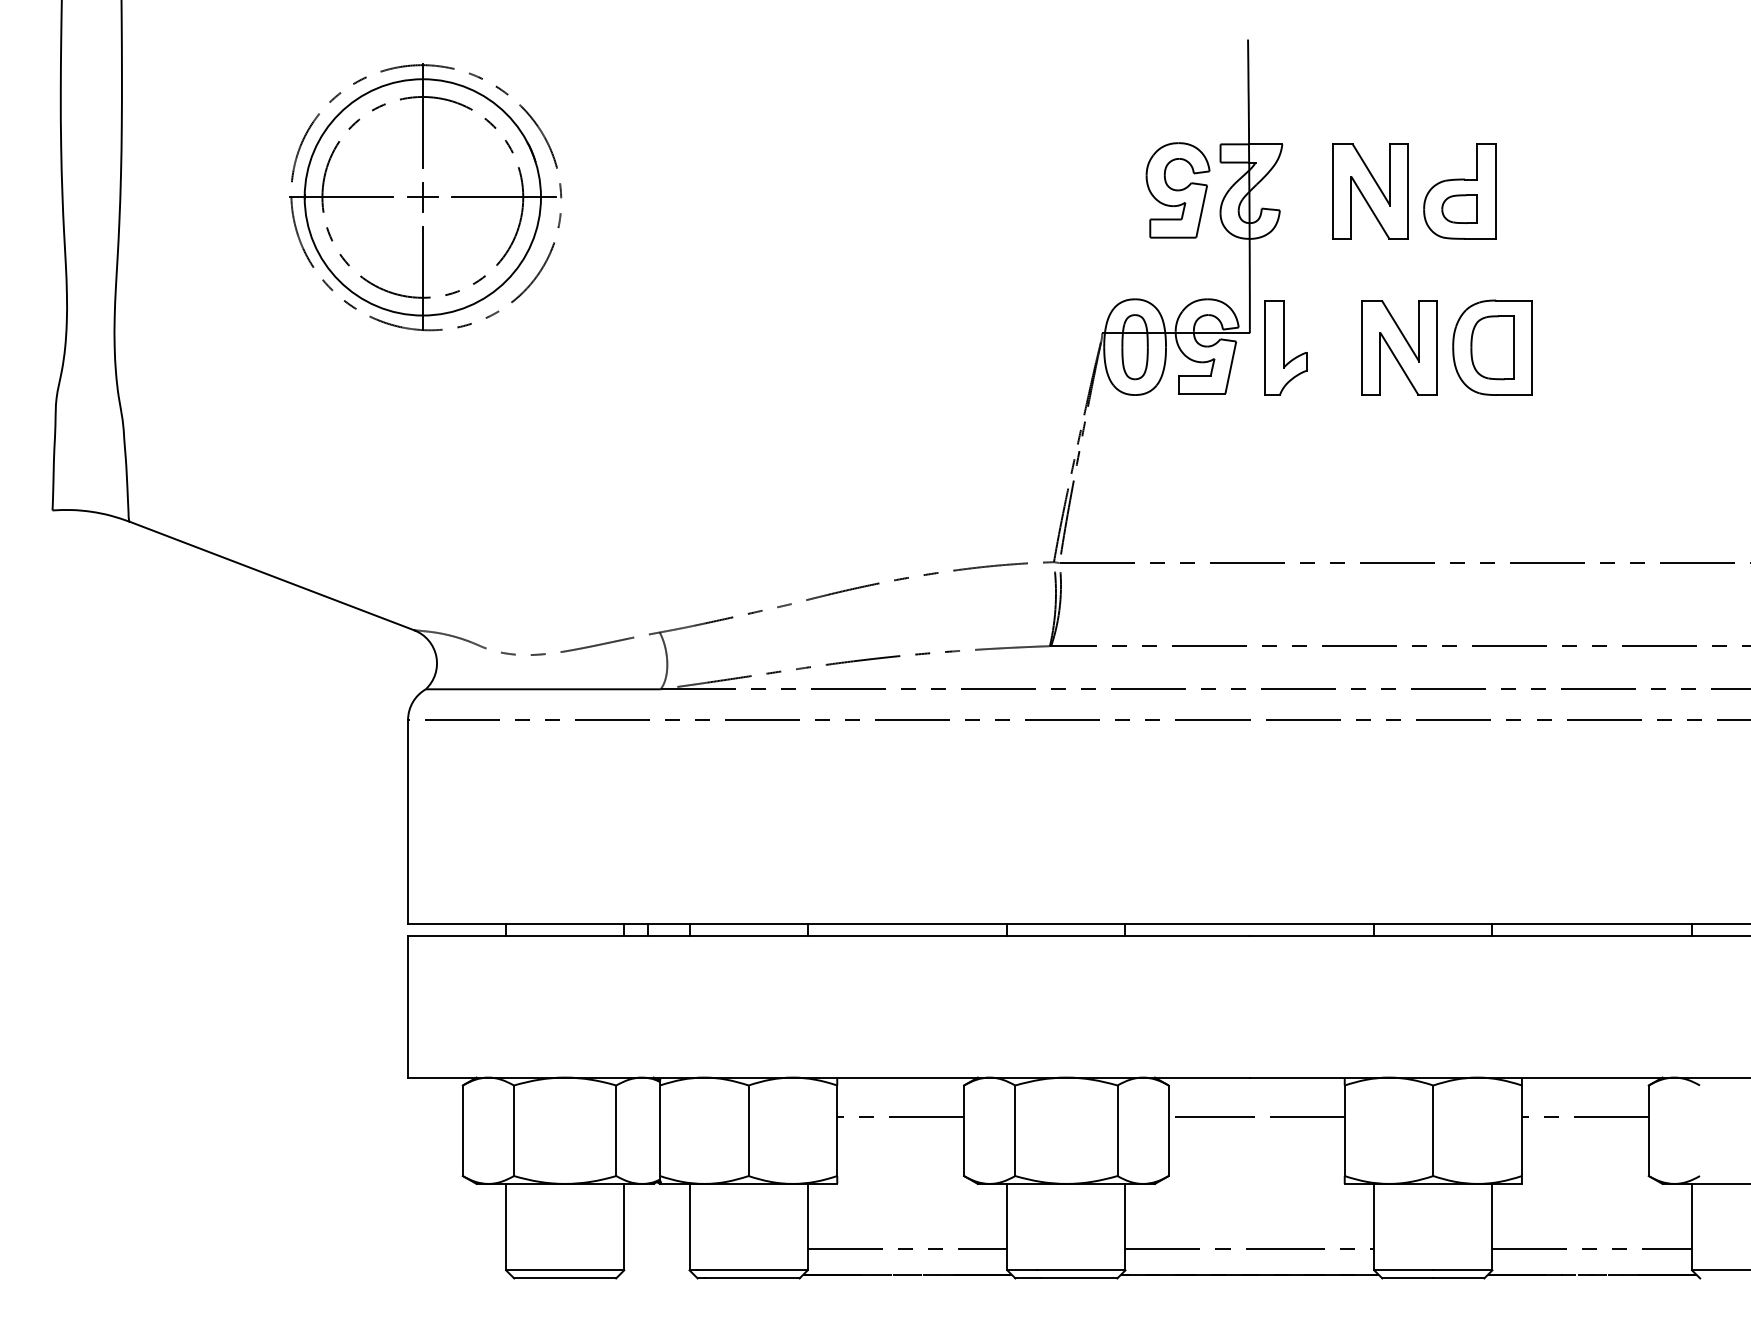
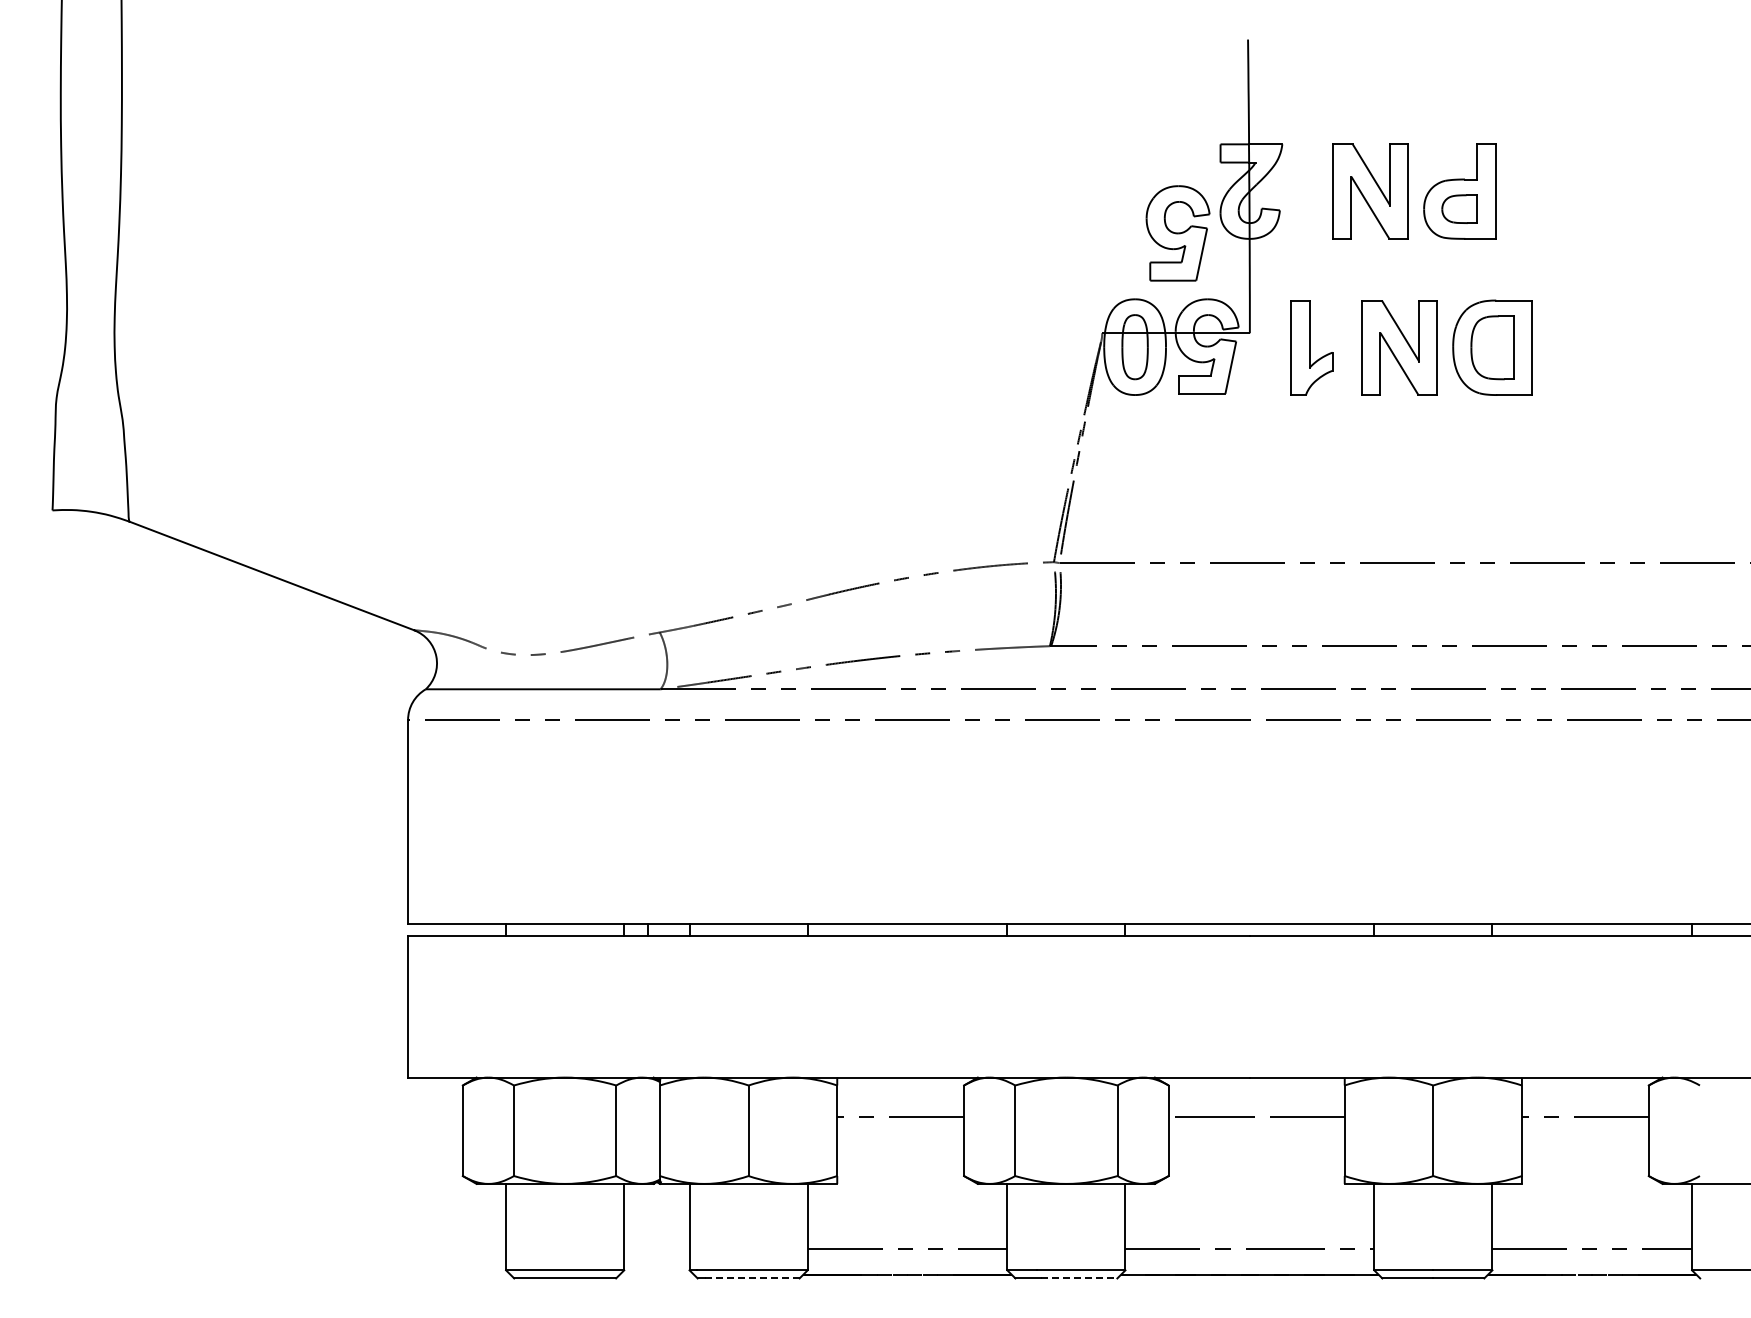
part at (1177, 190) position: (1177, 190) -> (1177, 233)
part at (425, 197): present -> none
part at (1285, 347) position: (1285, 347) -> (1311, 347)
line at (752, 1278): solid -> dashed
line at (1079, 1278): solid -> dashed
